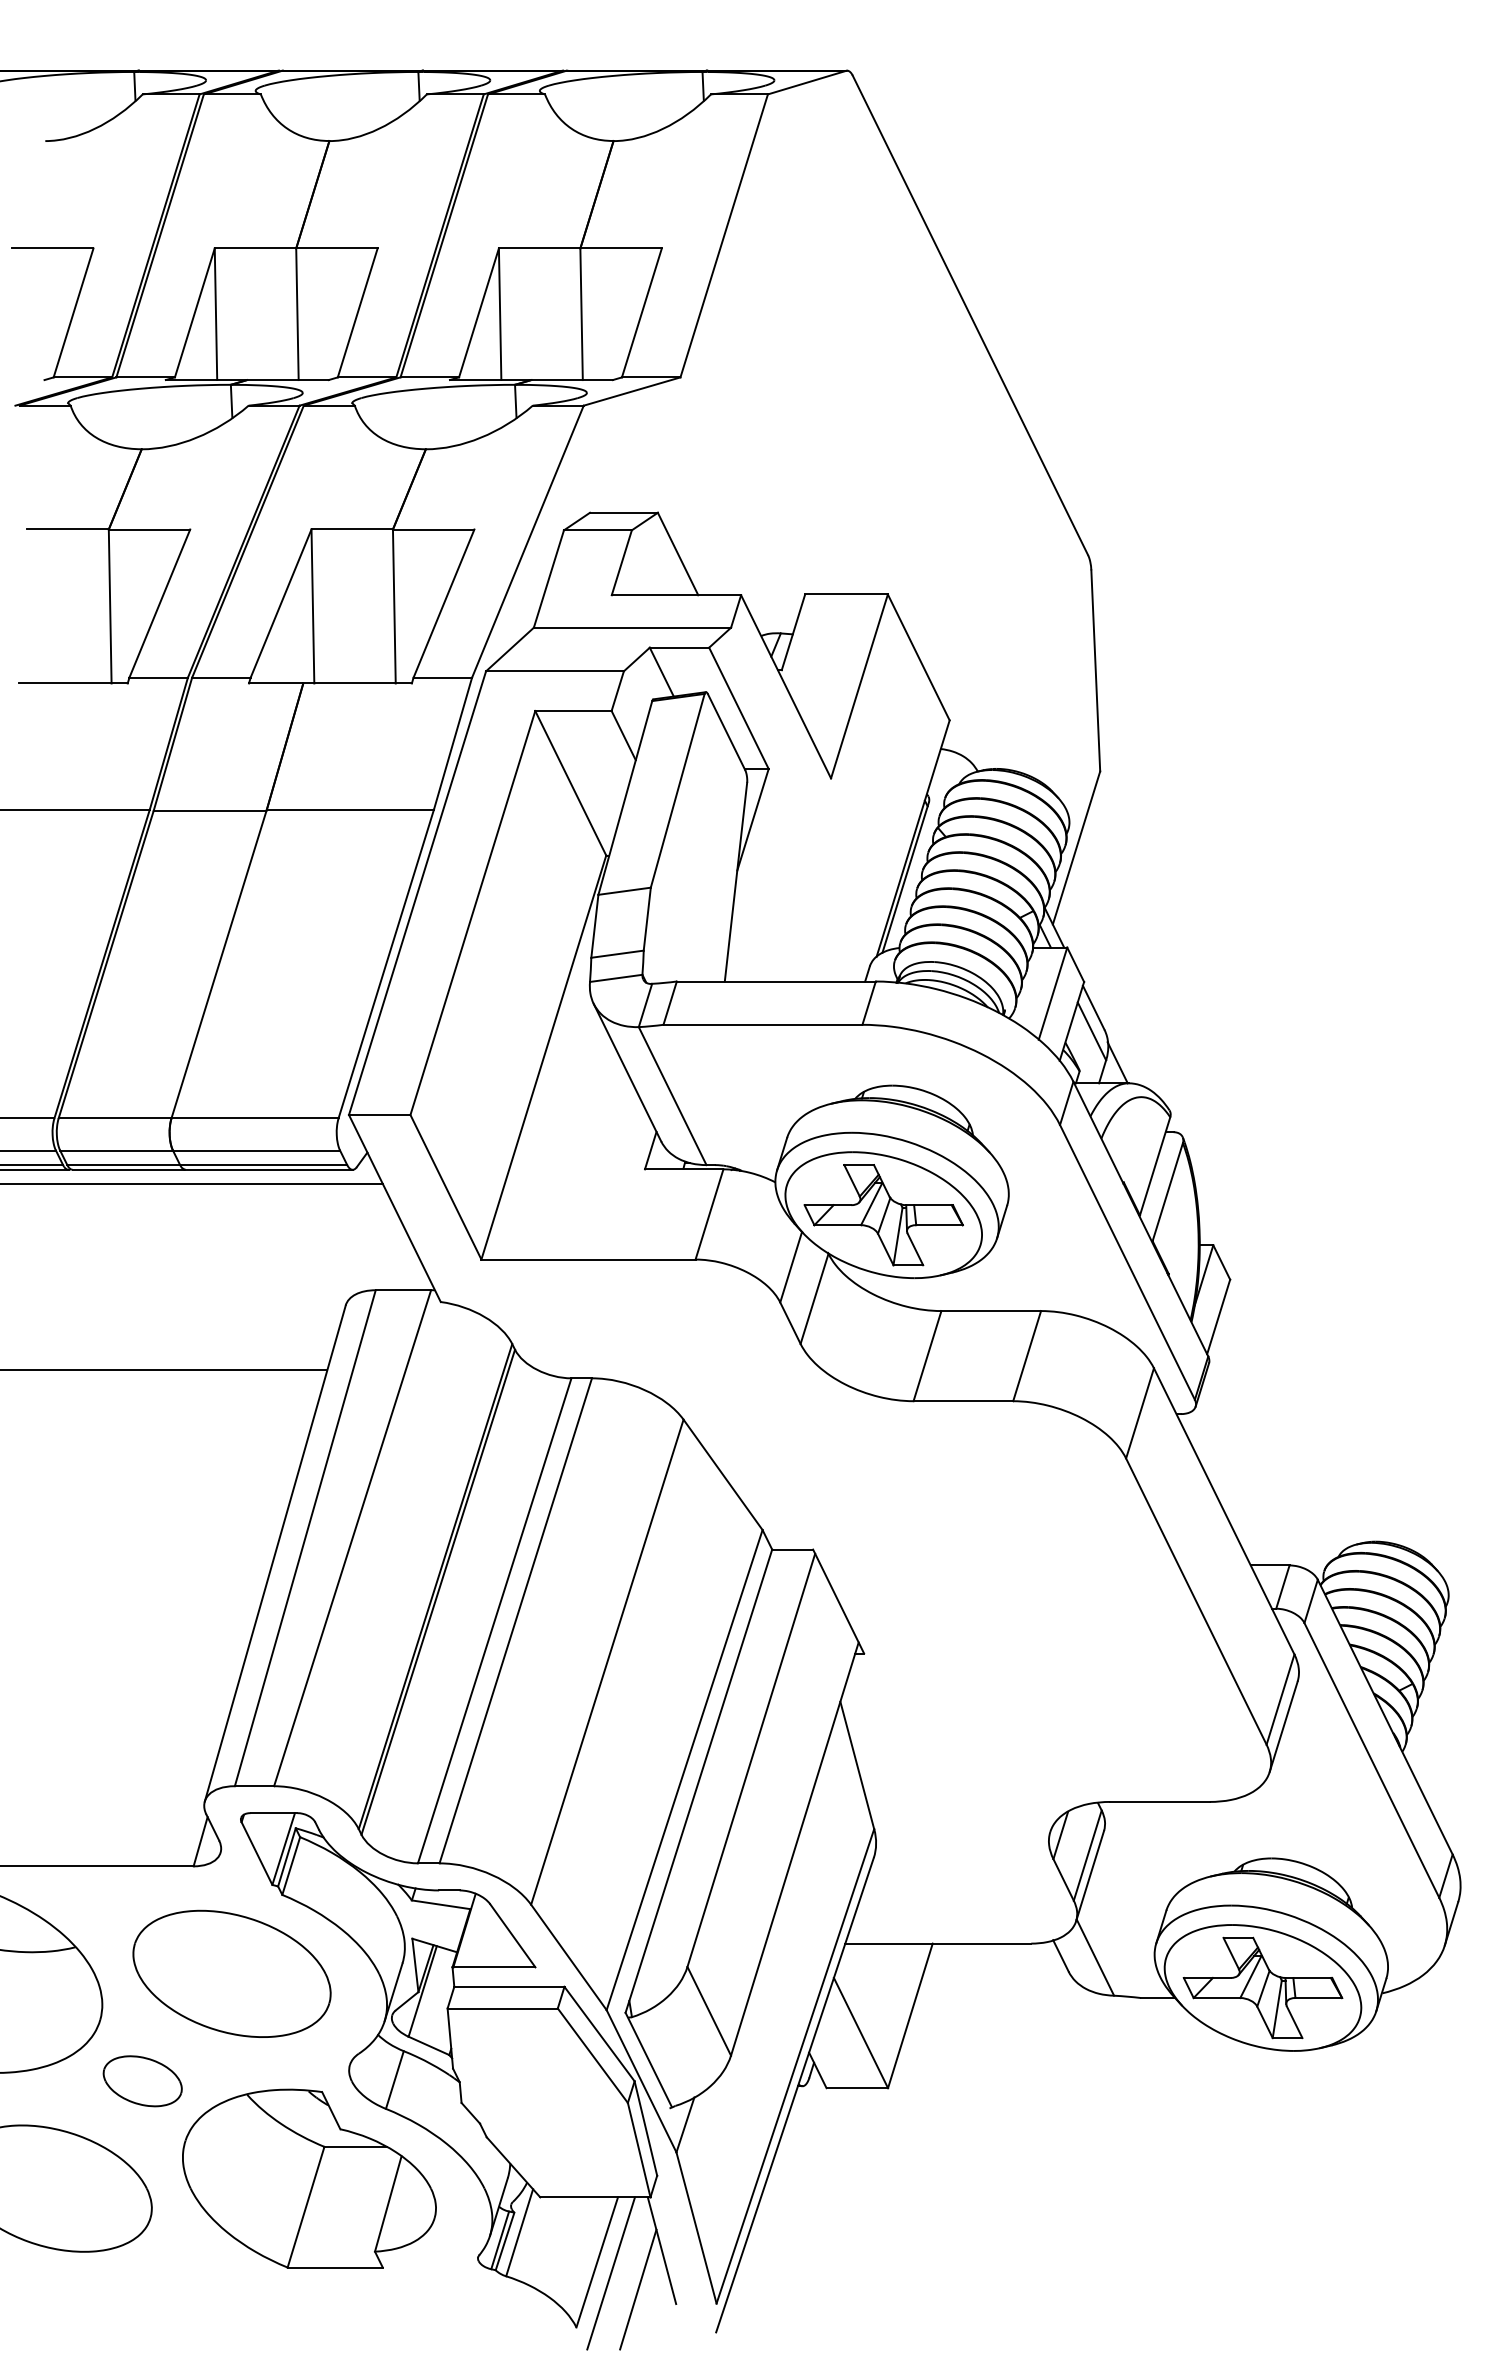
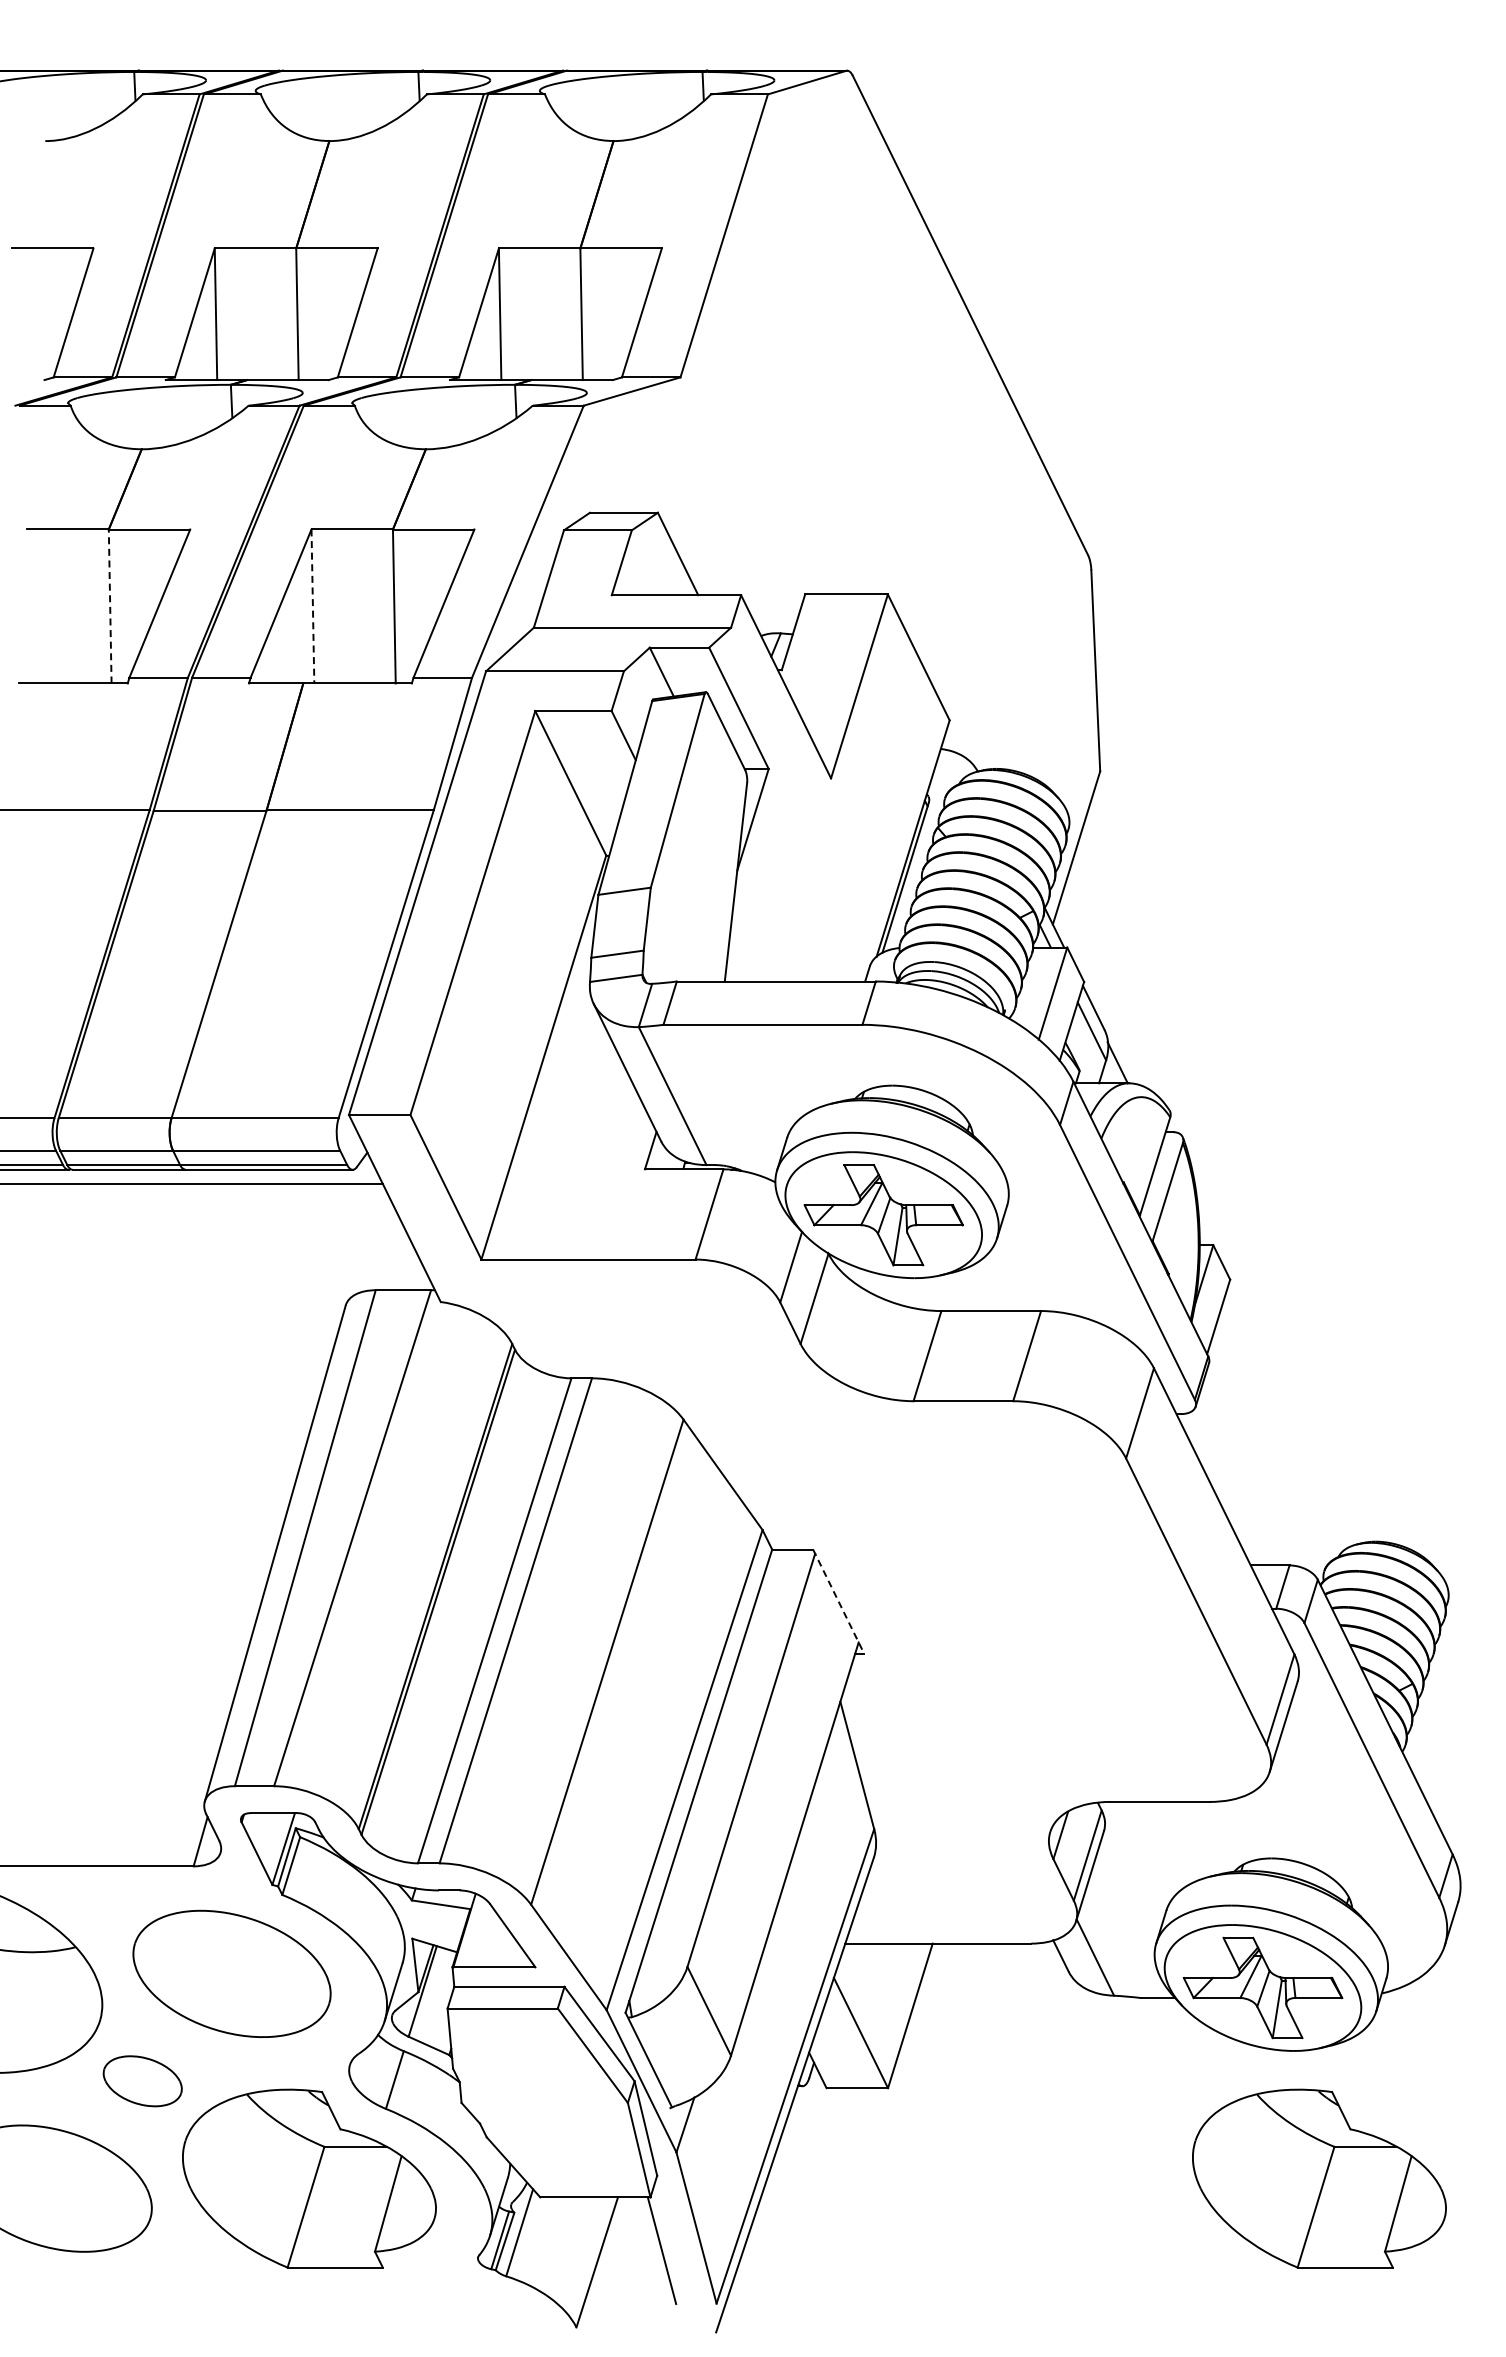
line at (110, 605): solid -> dashed
line at (312, 606): solid -> dashed
line at (164, 1370): present -> none
line at (838, 1601): solid -> dashed
part at (1319, 2178): none -> present
line at (610, 2273): present -> none
line at (638, 2289): present -> none
